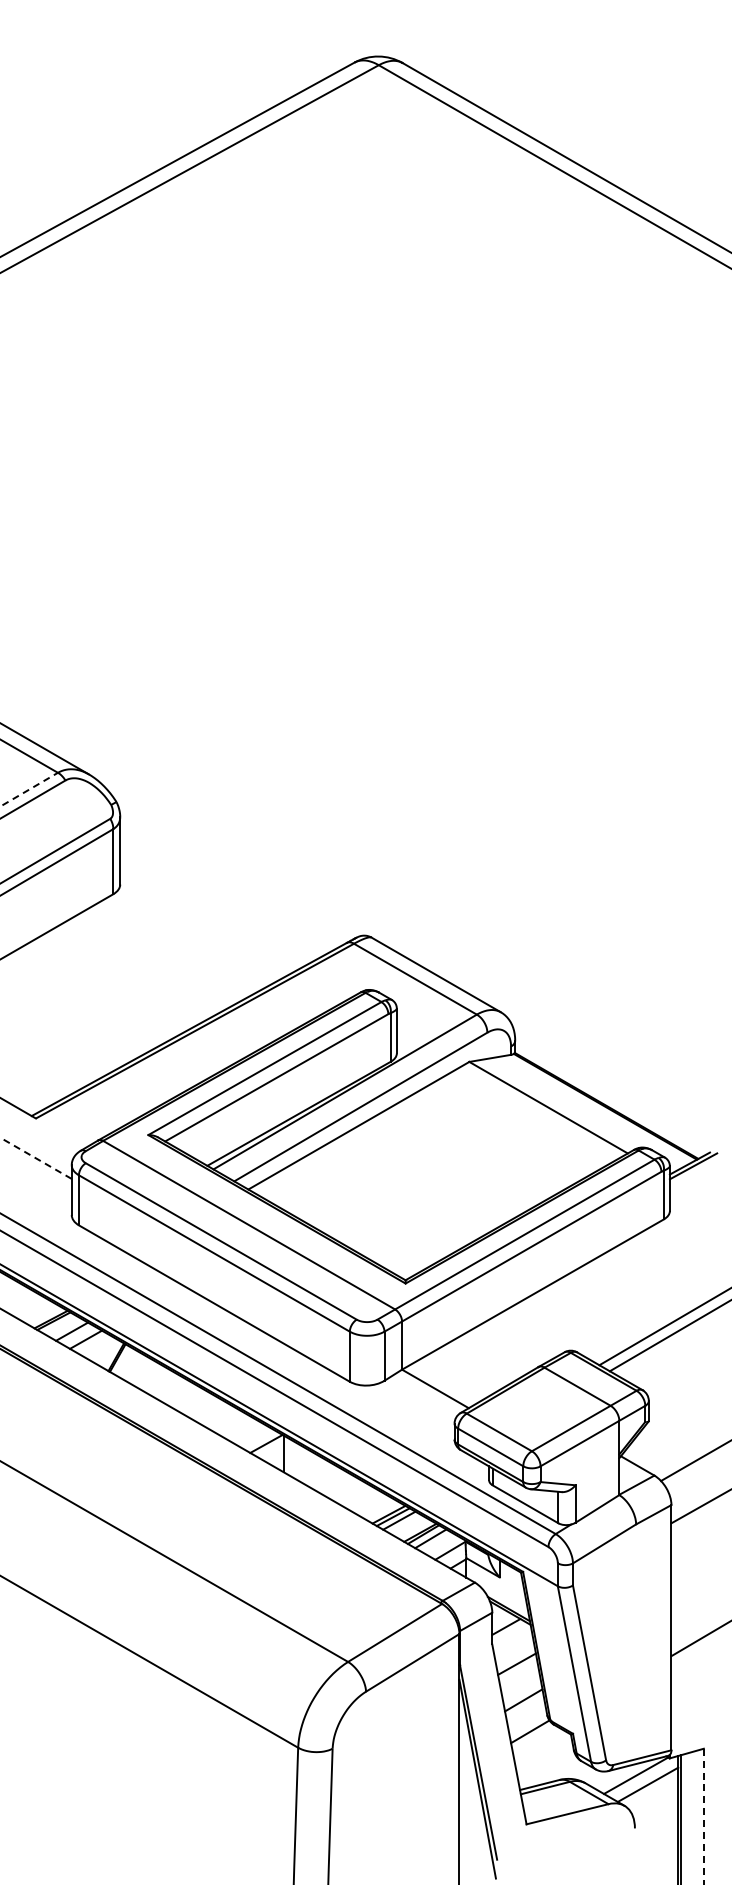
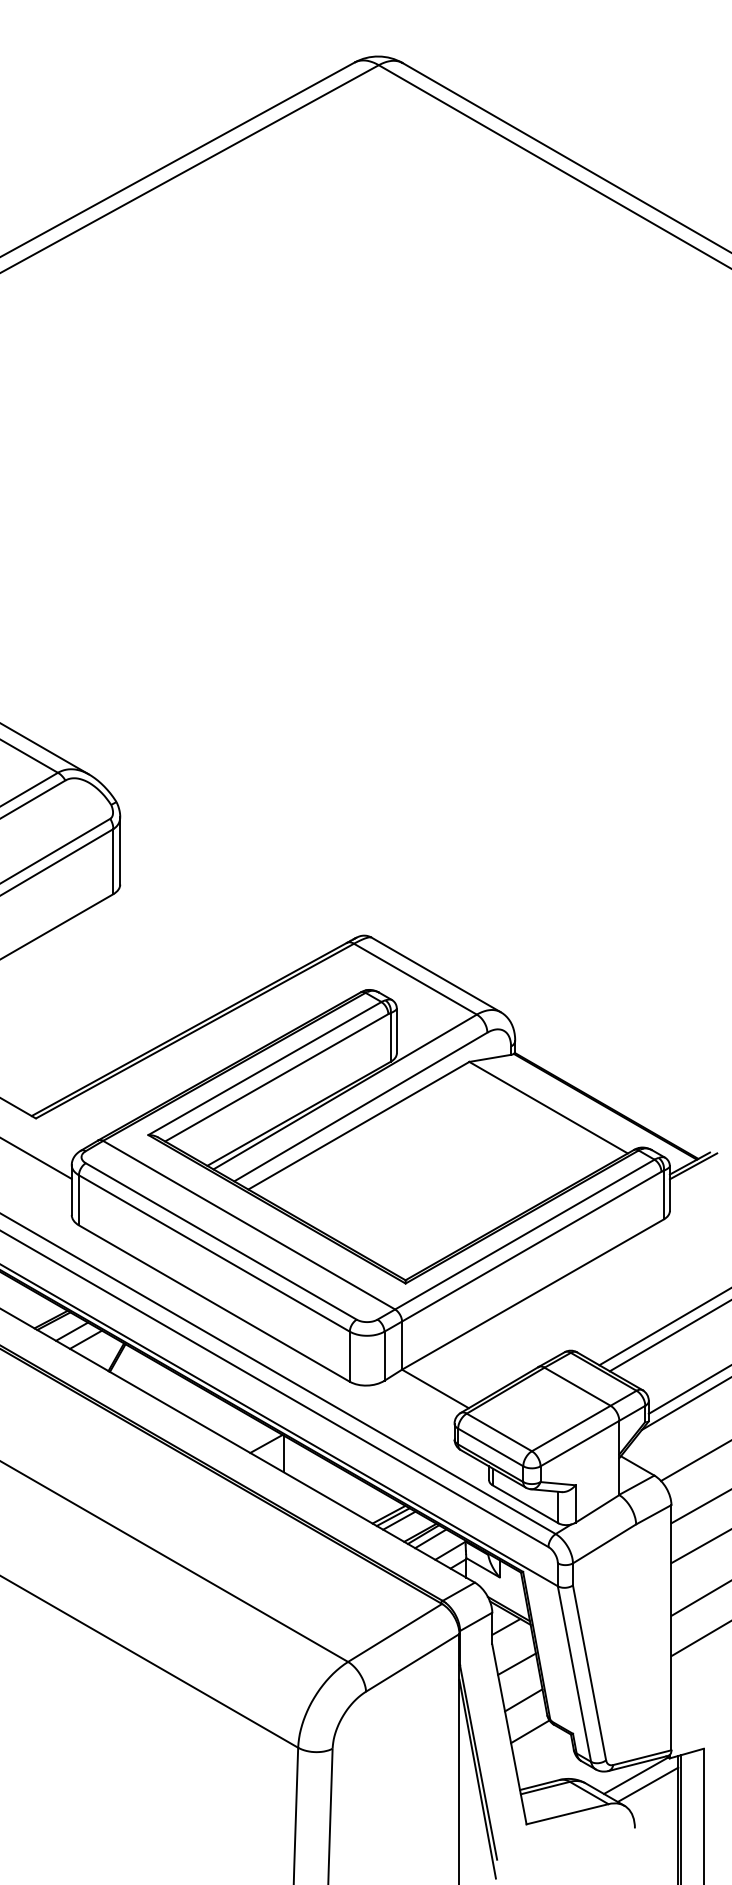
line at (29, 789): dashed -> solid
line at (36, 1158): dashed -> solid
line at (688, 1390): none -> present
line at (684, 1404): none -> present
line at (699, 1546): none -> present
line at (699, 1598): none -> present
line at (703, 1816): dashed -> solid
